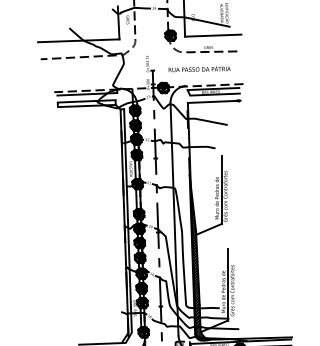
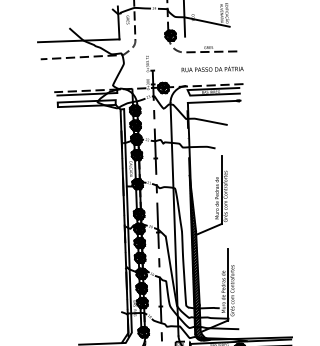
line at (213, 35): present -> none
text at (199, 69) position: (199, 69) -> (212, 69)
